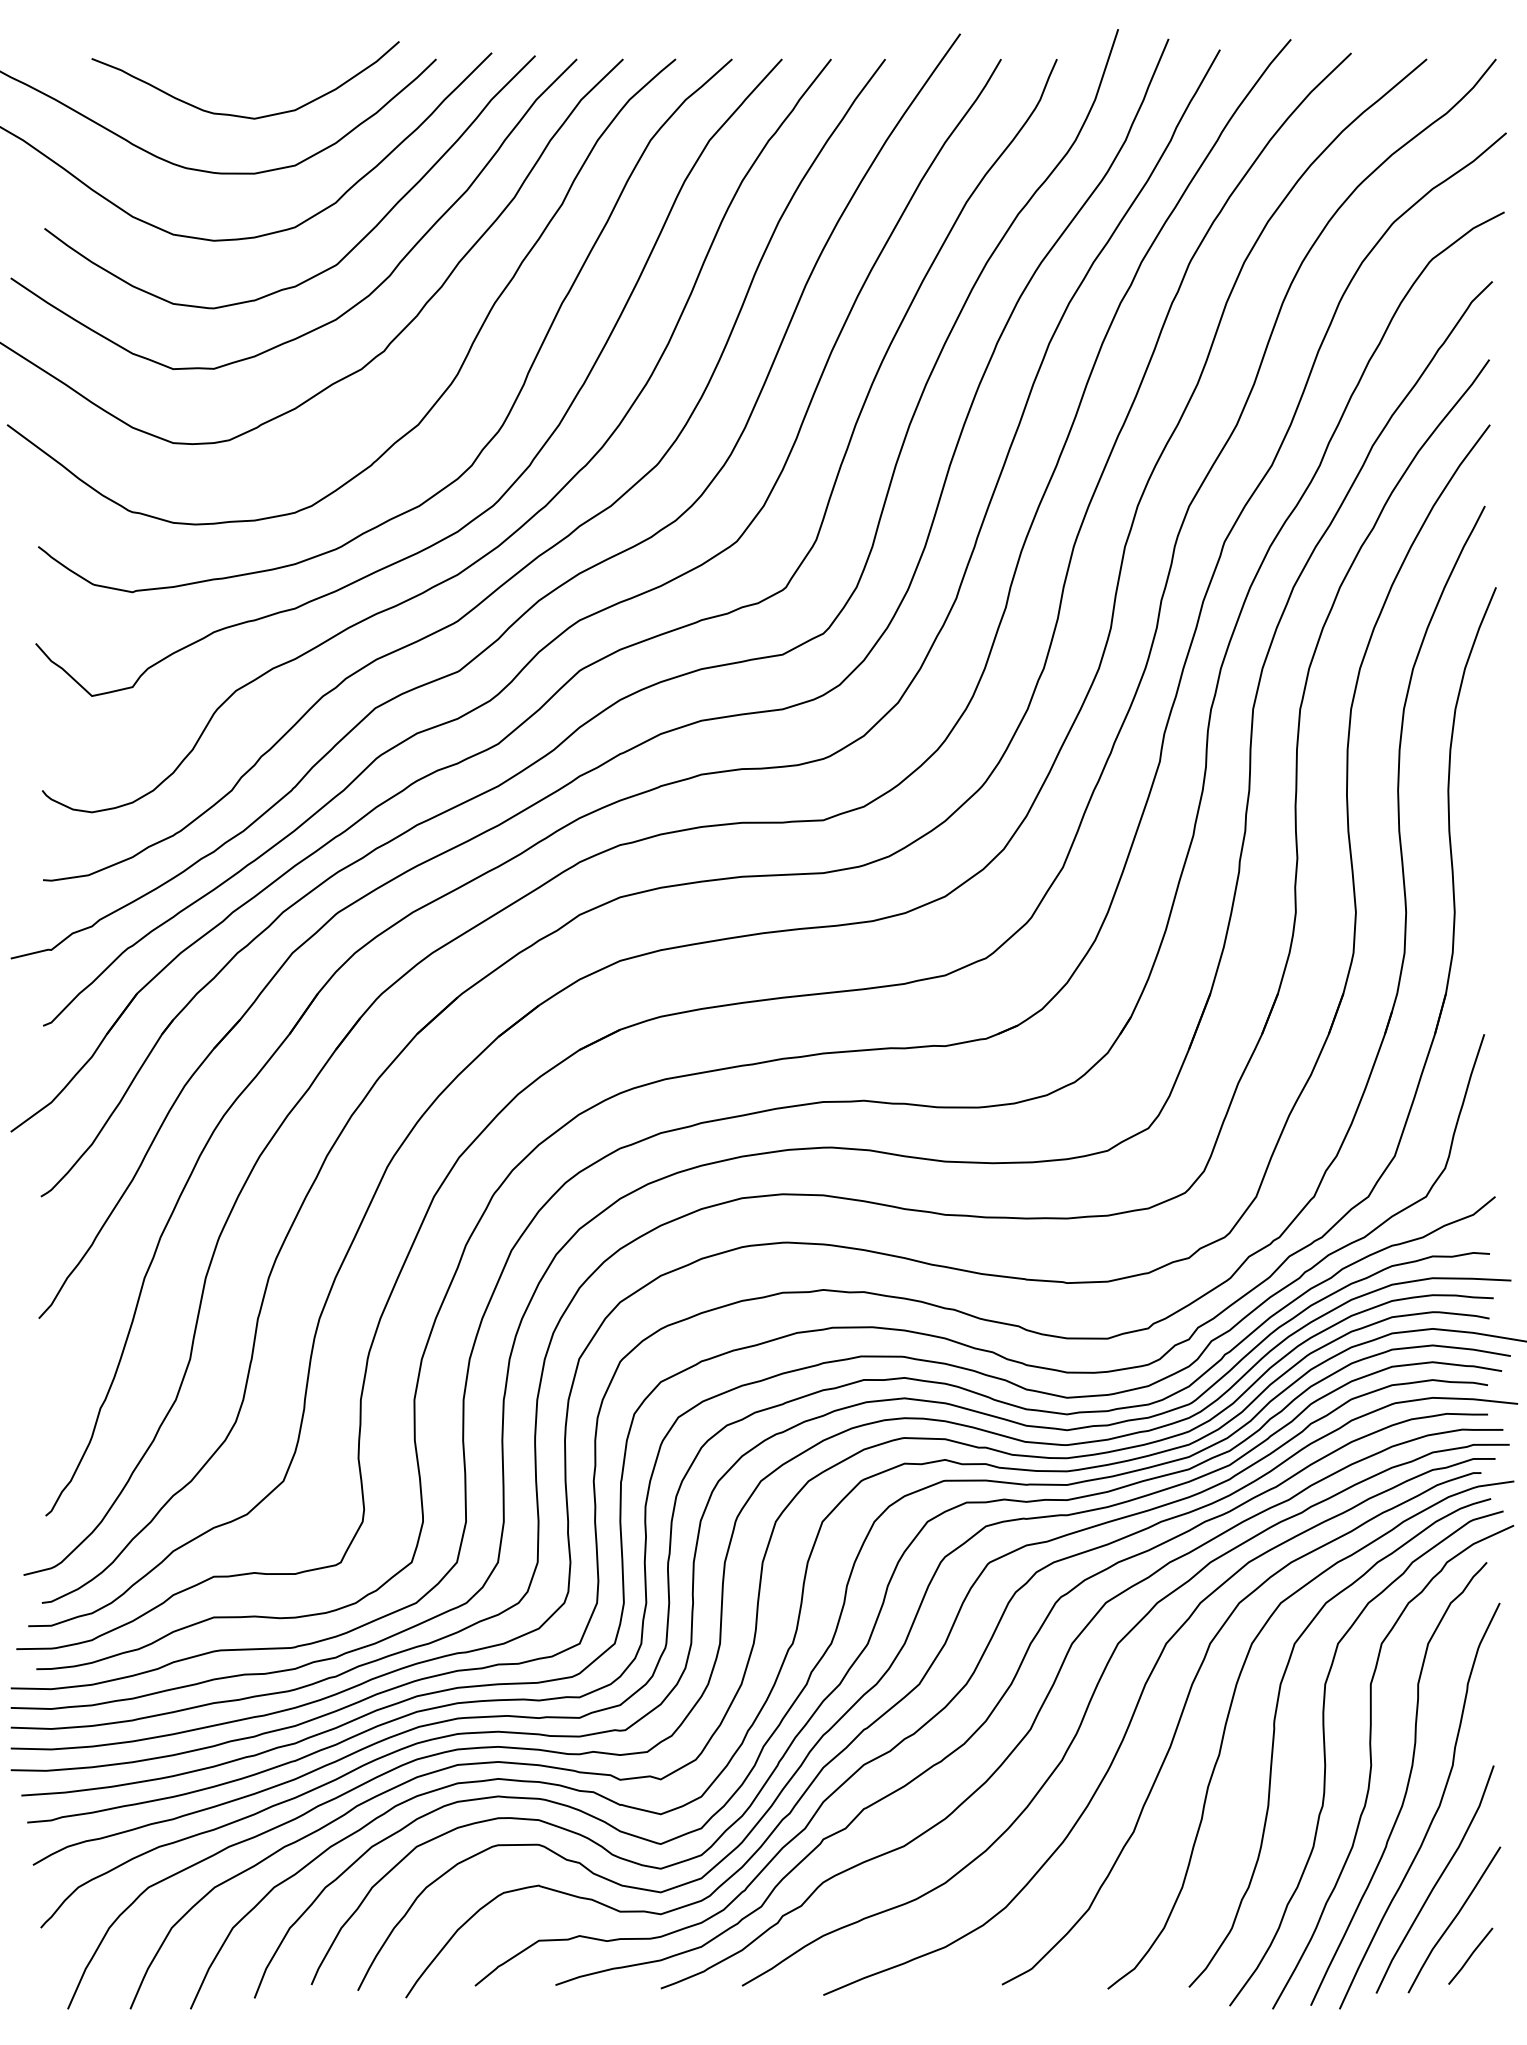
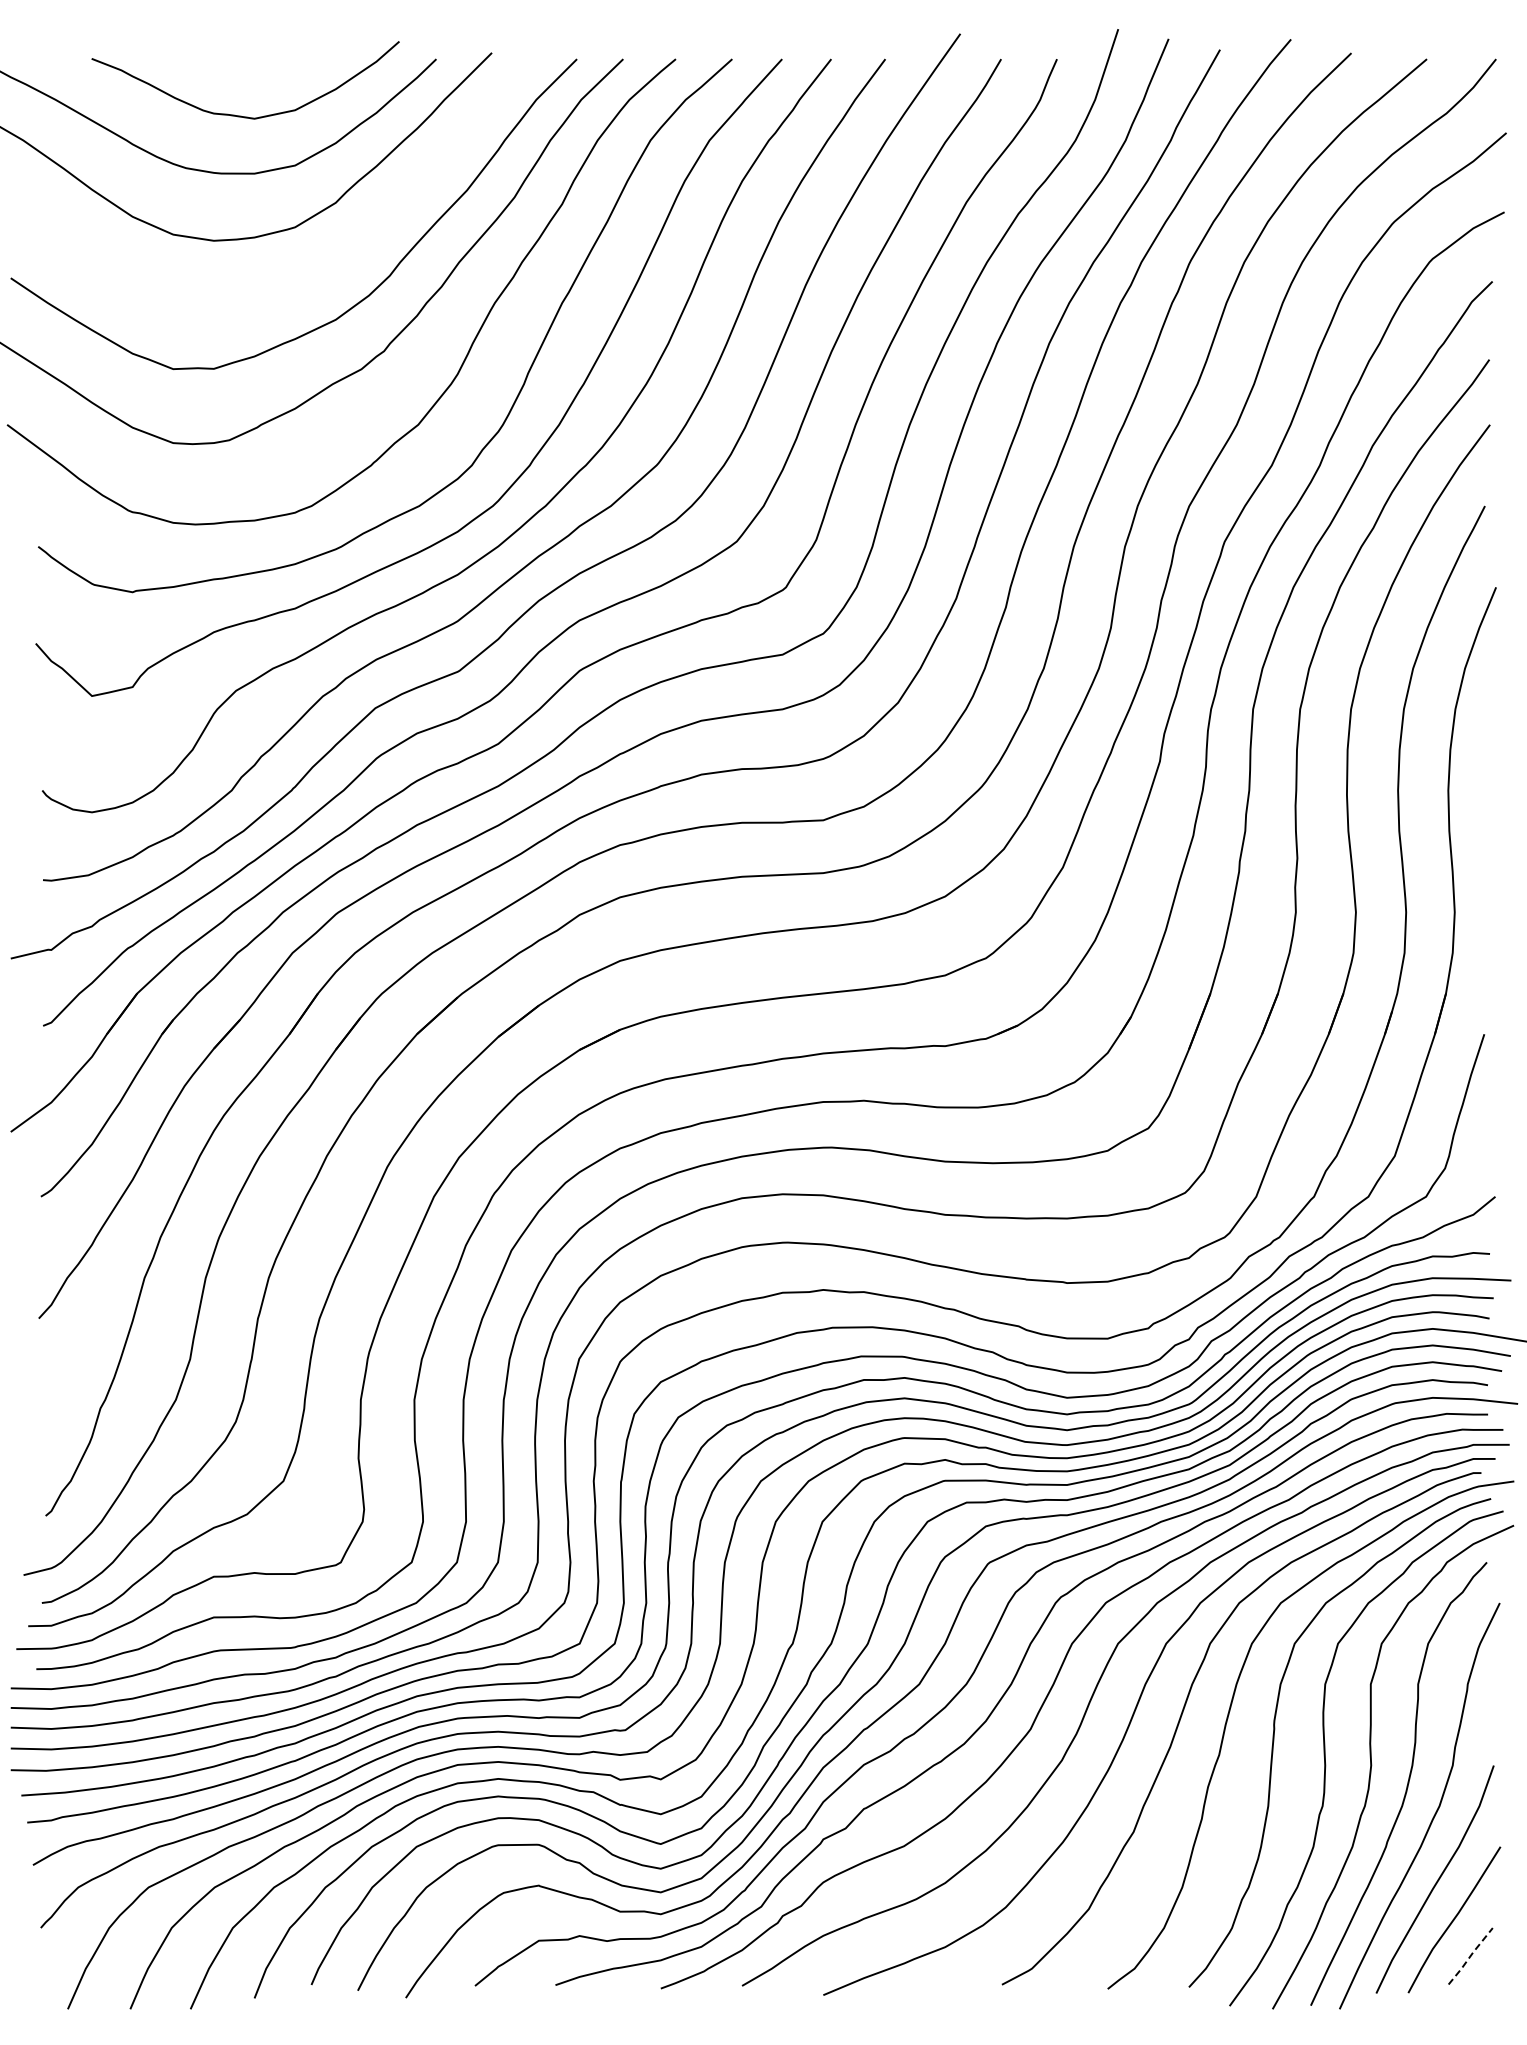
curve at (346, 253): present -> none
line at (1470, 1956): solid -> dashed
